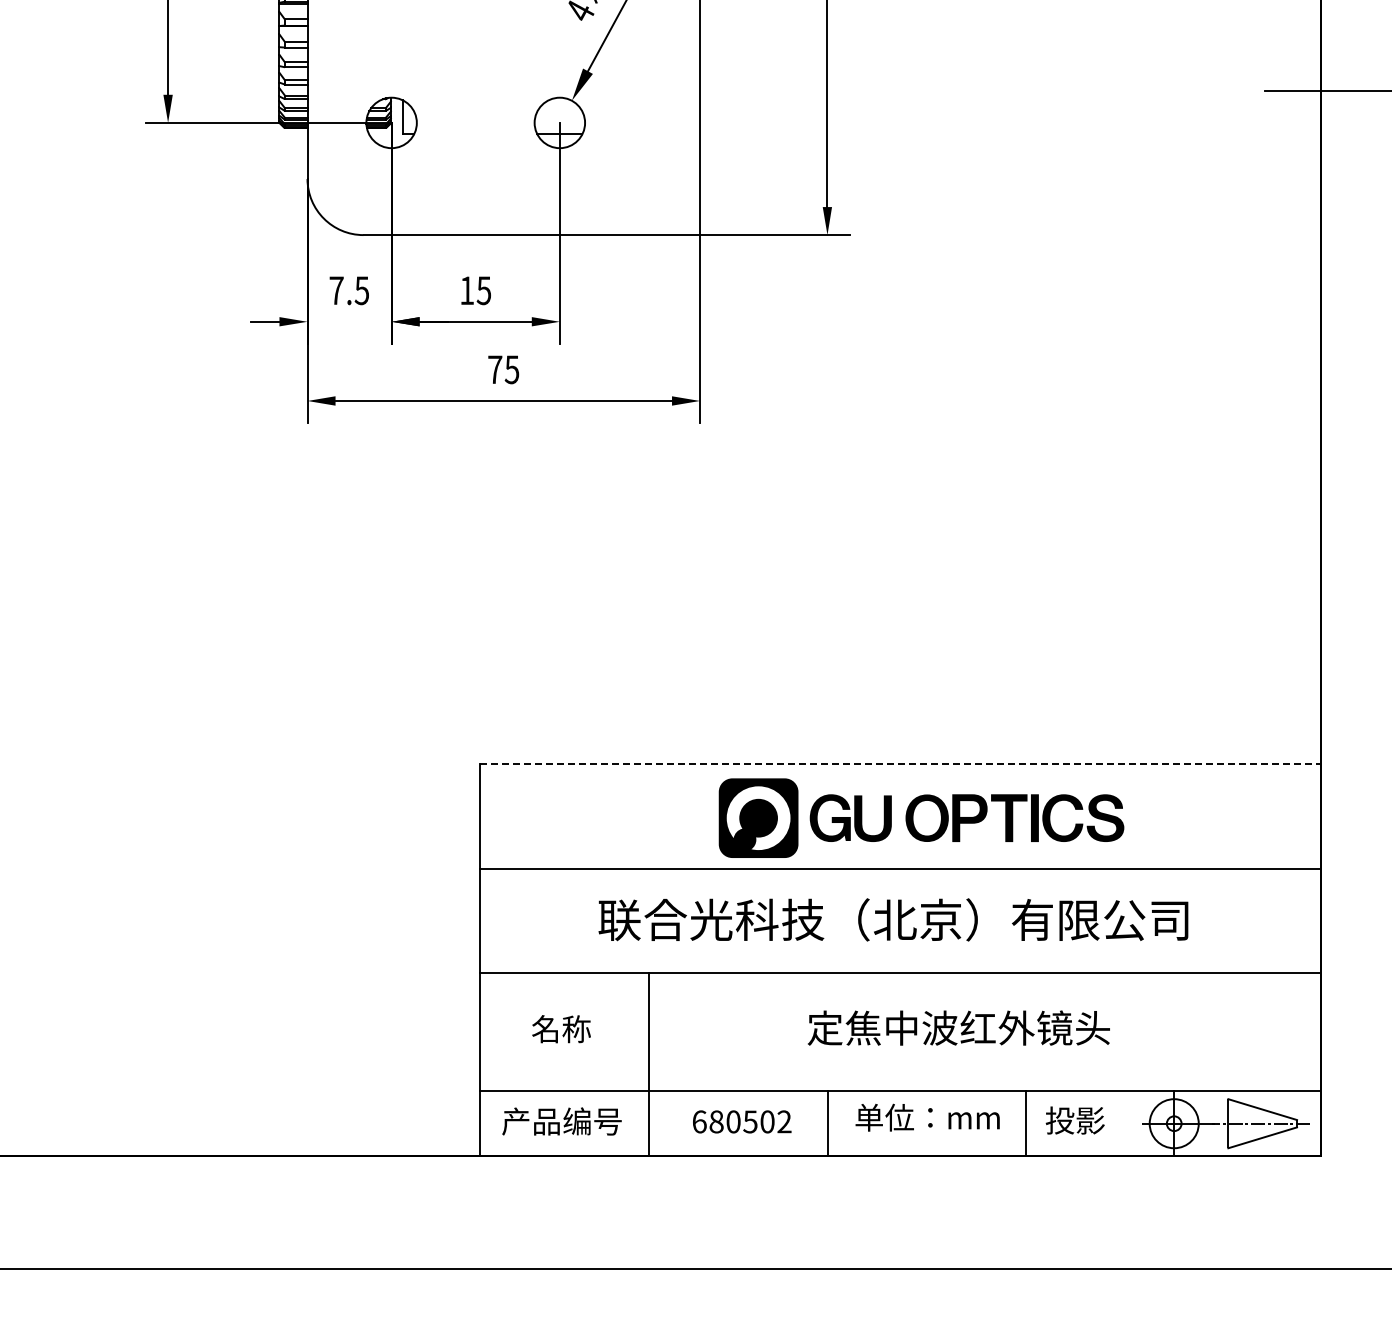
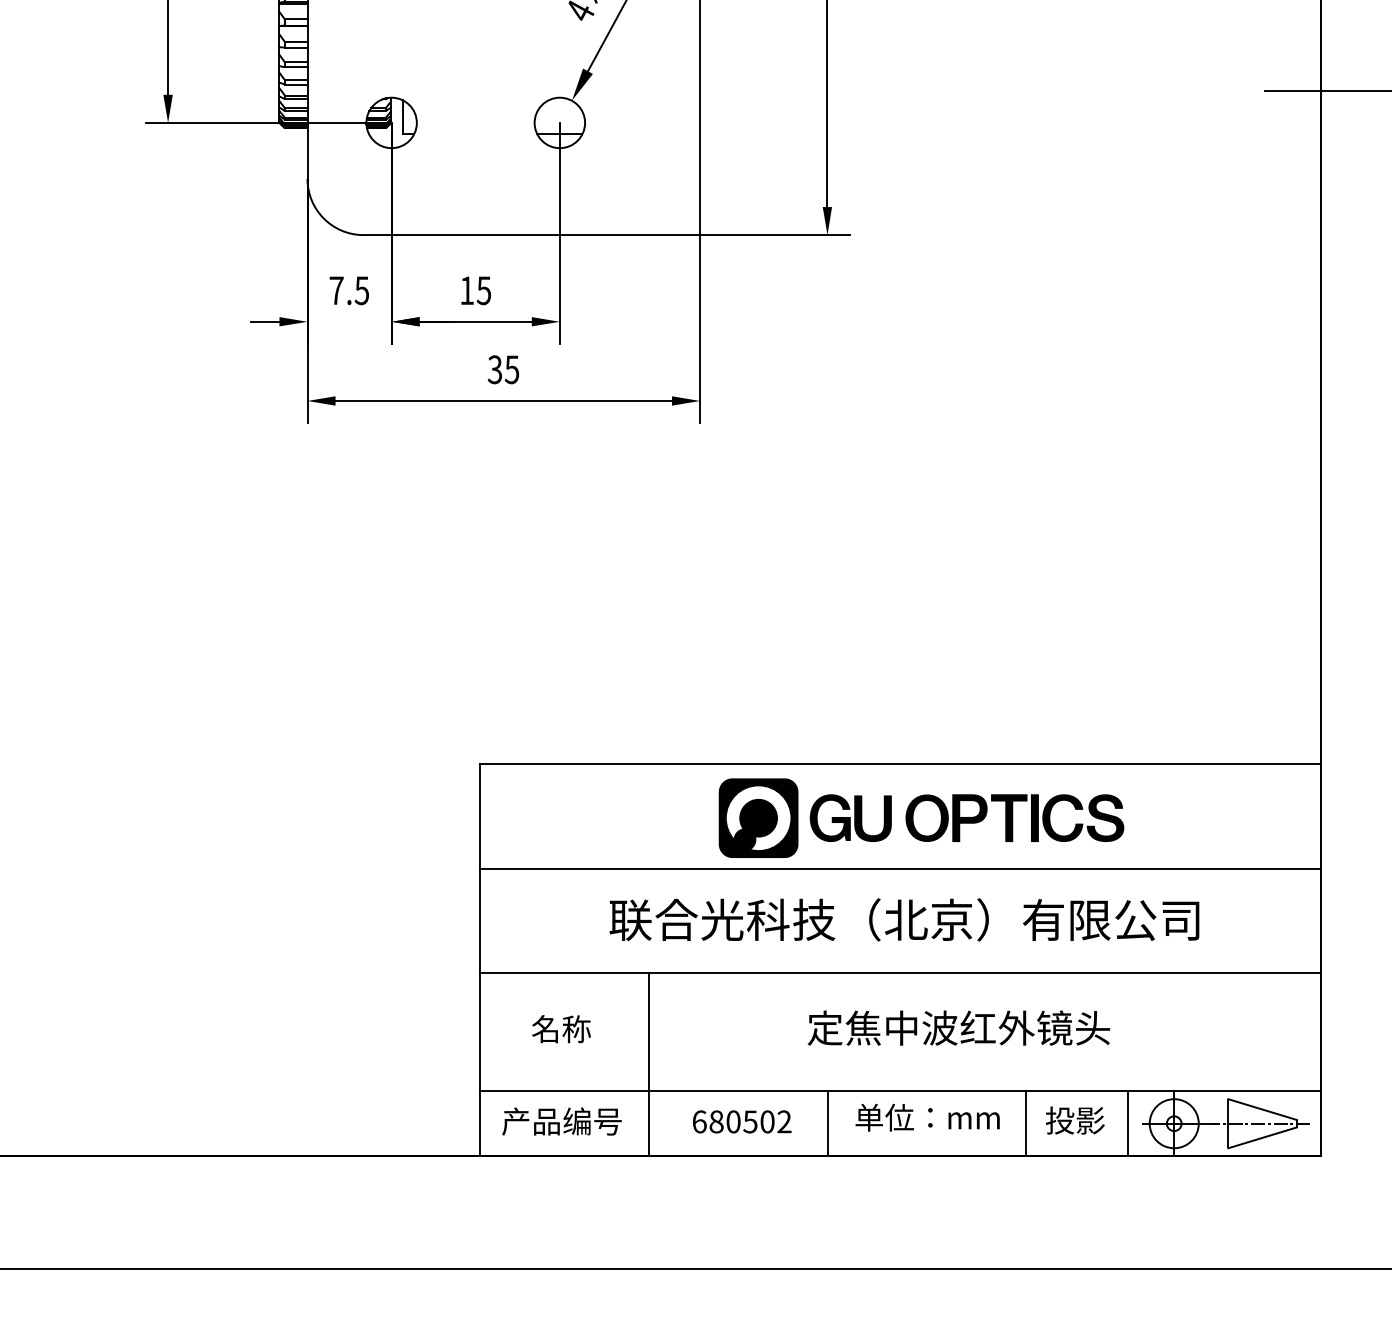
text at (494, 369): 75 -> 35
line at (900, 763): dashed -> solid
text at (893, 919) position: (893, 919) -> (904, 919)
line at (1128, 1123): none -> present
